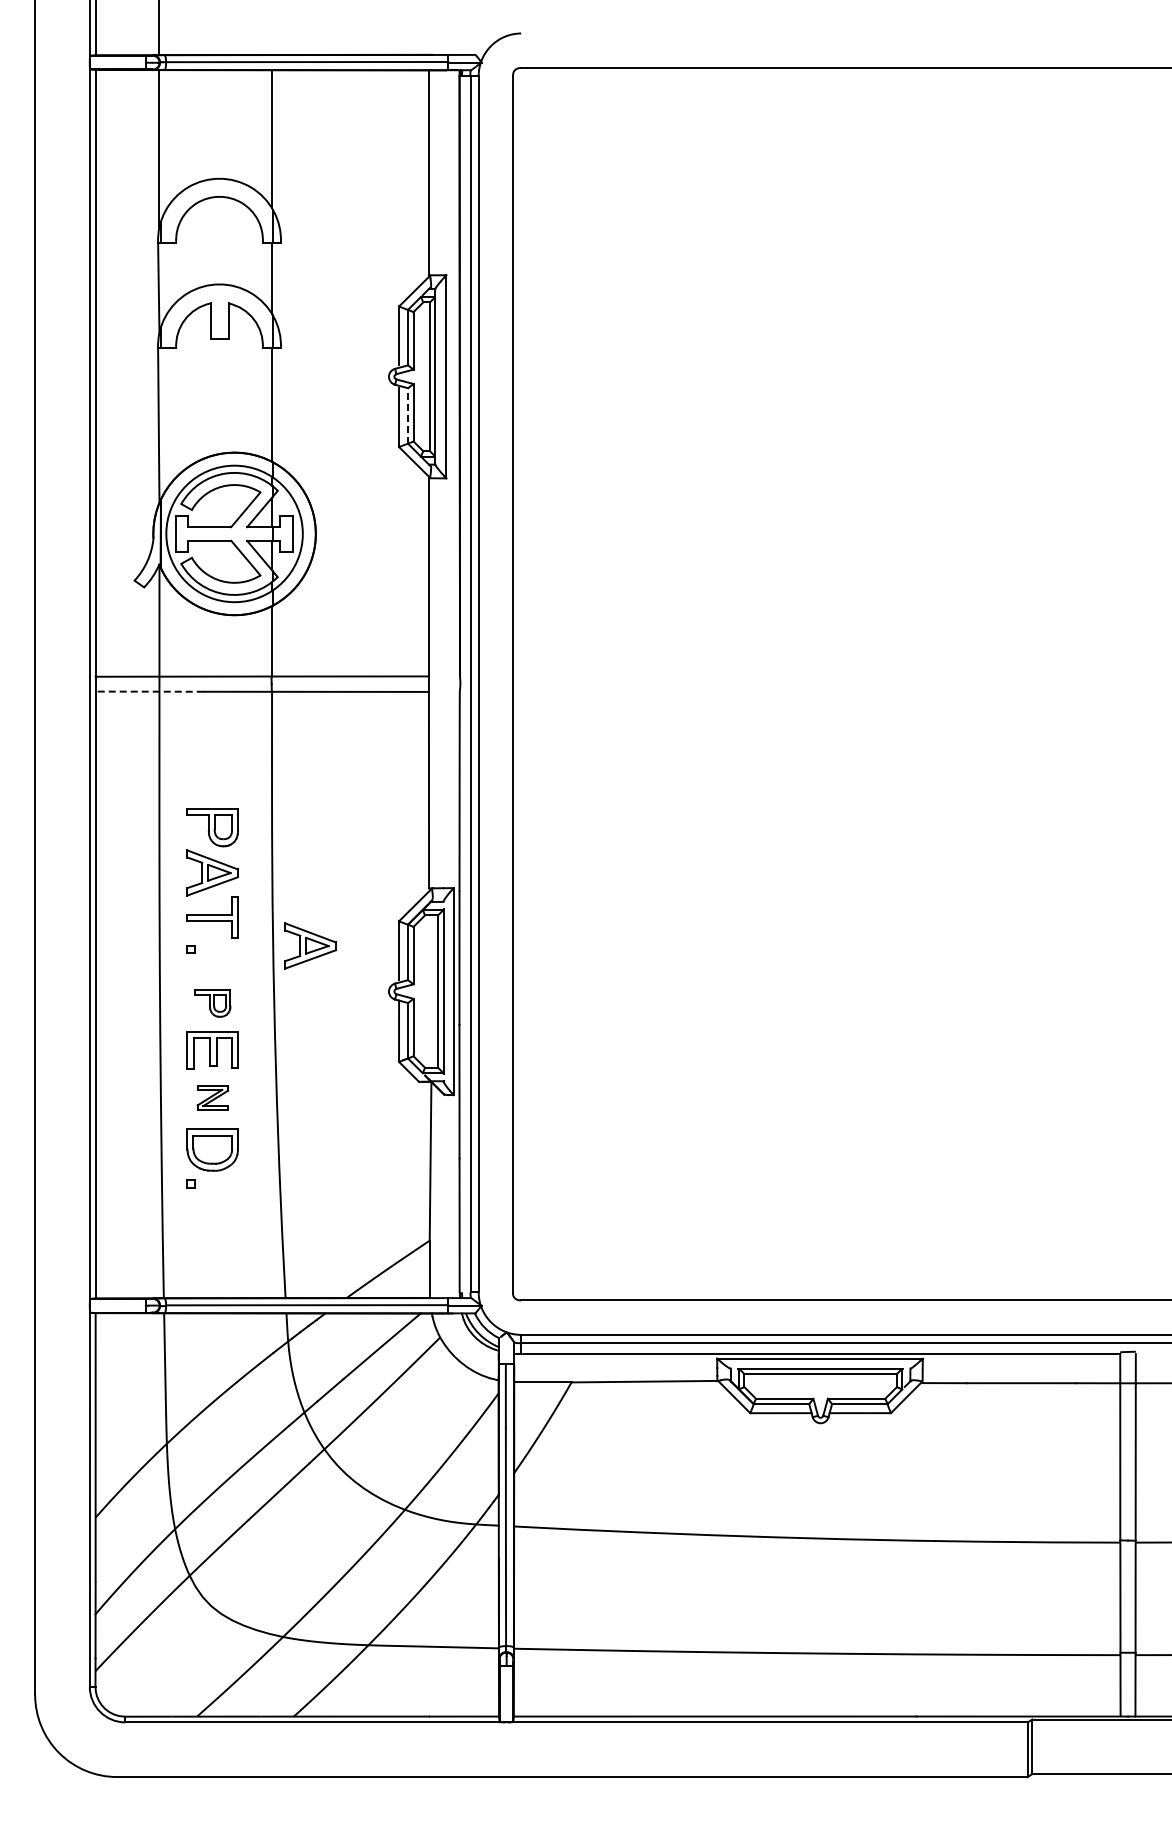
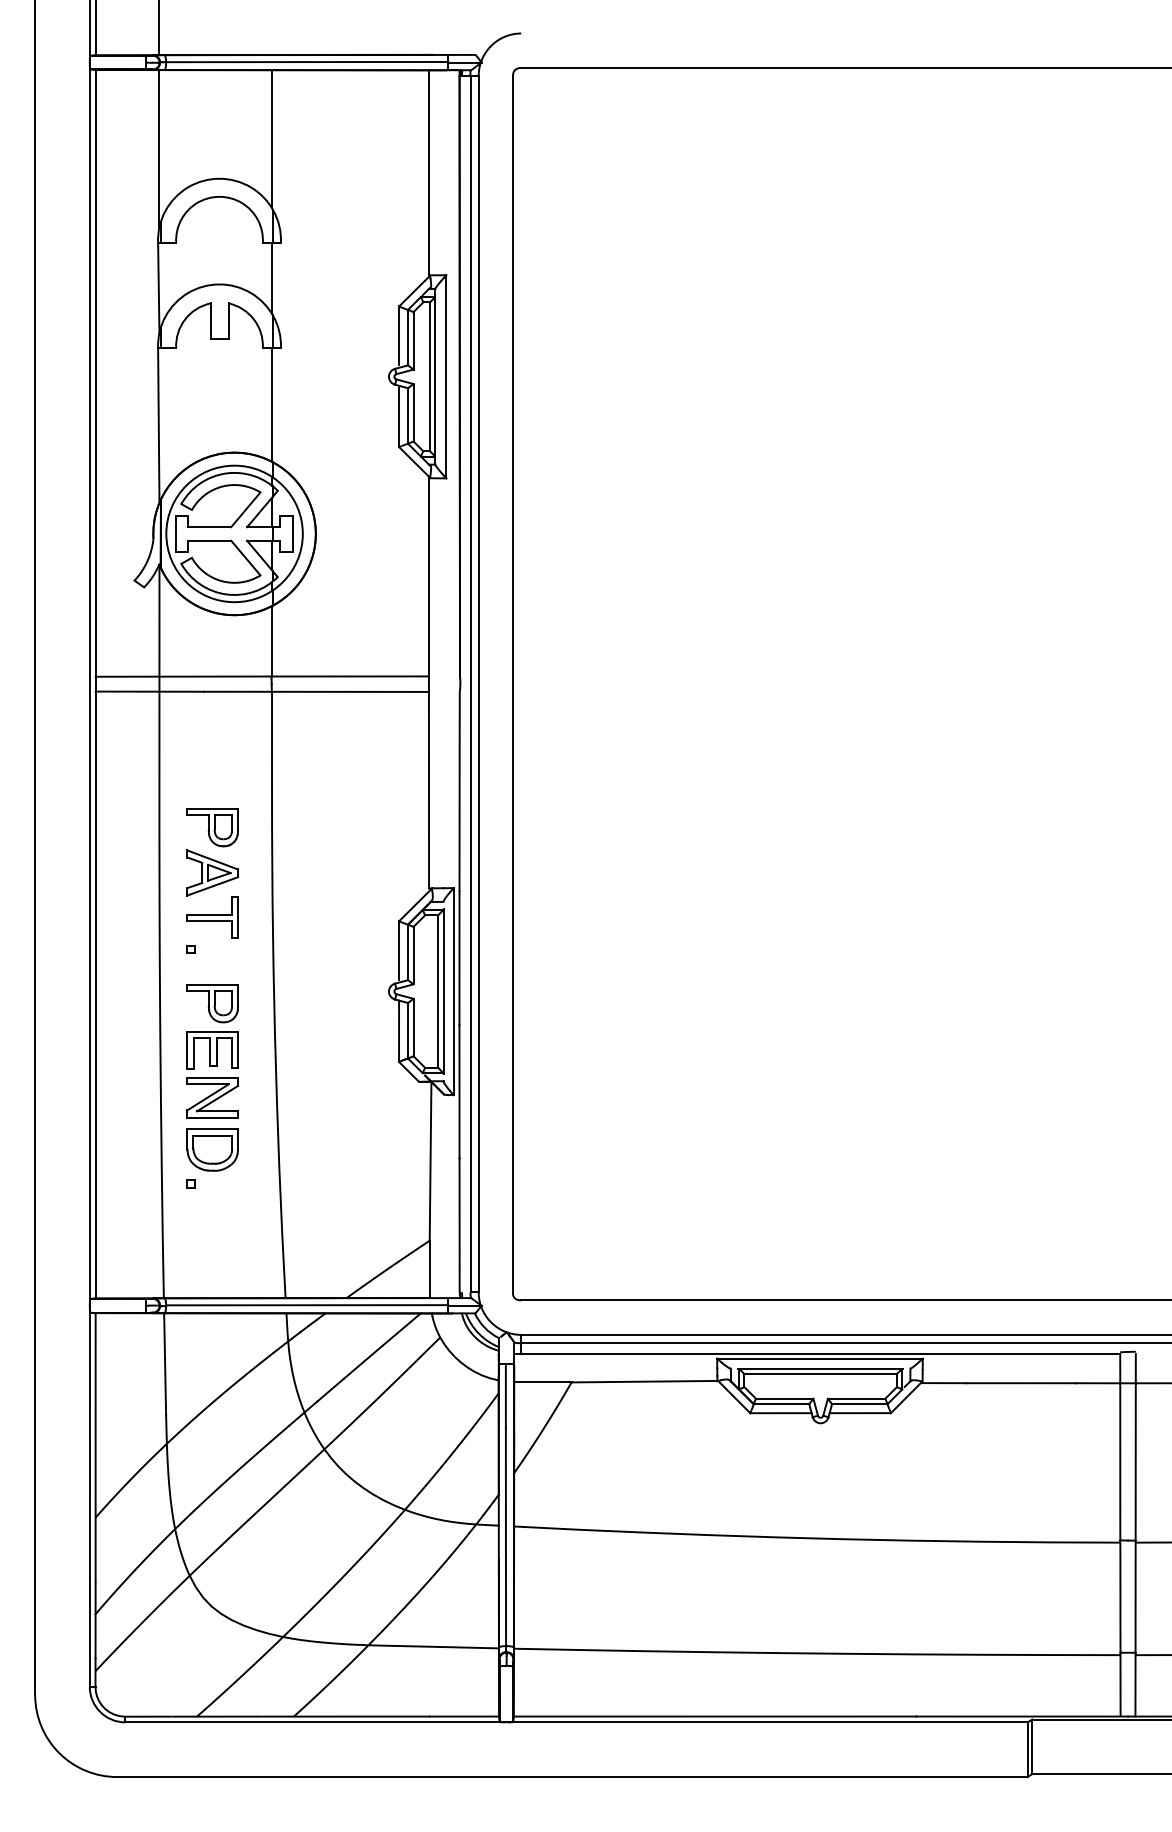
line at (408, 415): dashed -> solid
line at (149, 691): dashed -> solid
part at (310, 945): present -> none
part at (212, 1003) size: 38x29 px -> 53x40 px
part at (212, 1097) size: 33x26 px -> 54x42 px
